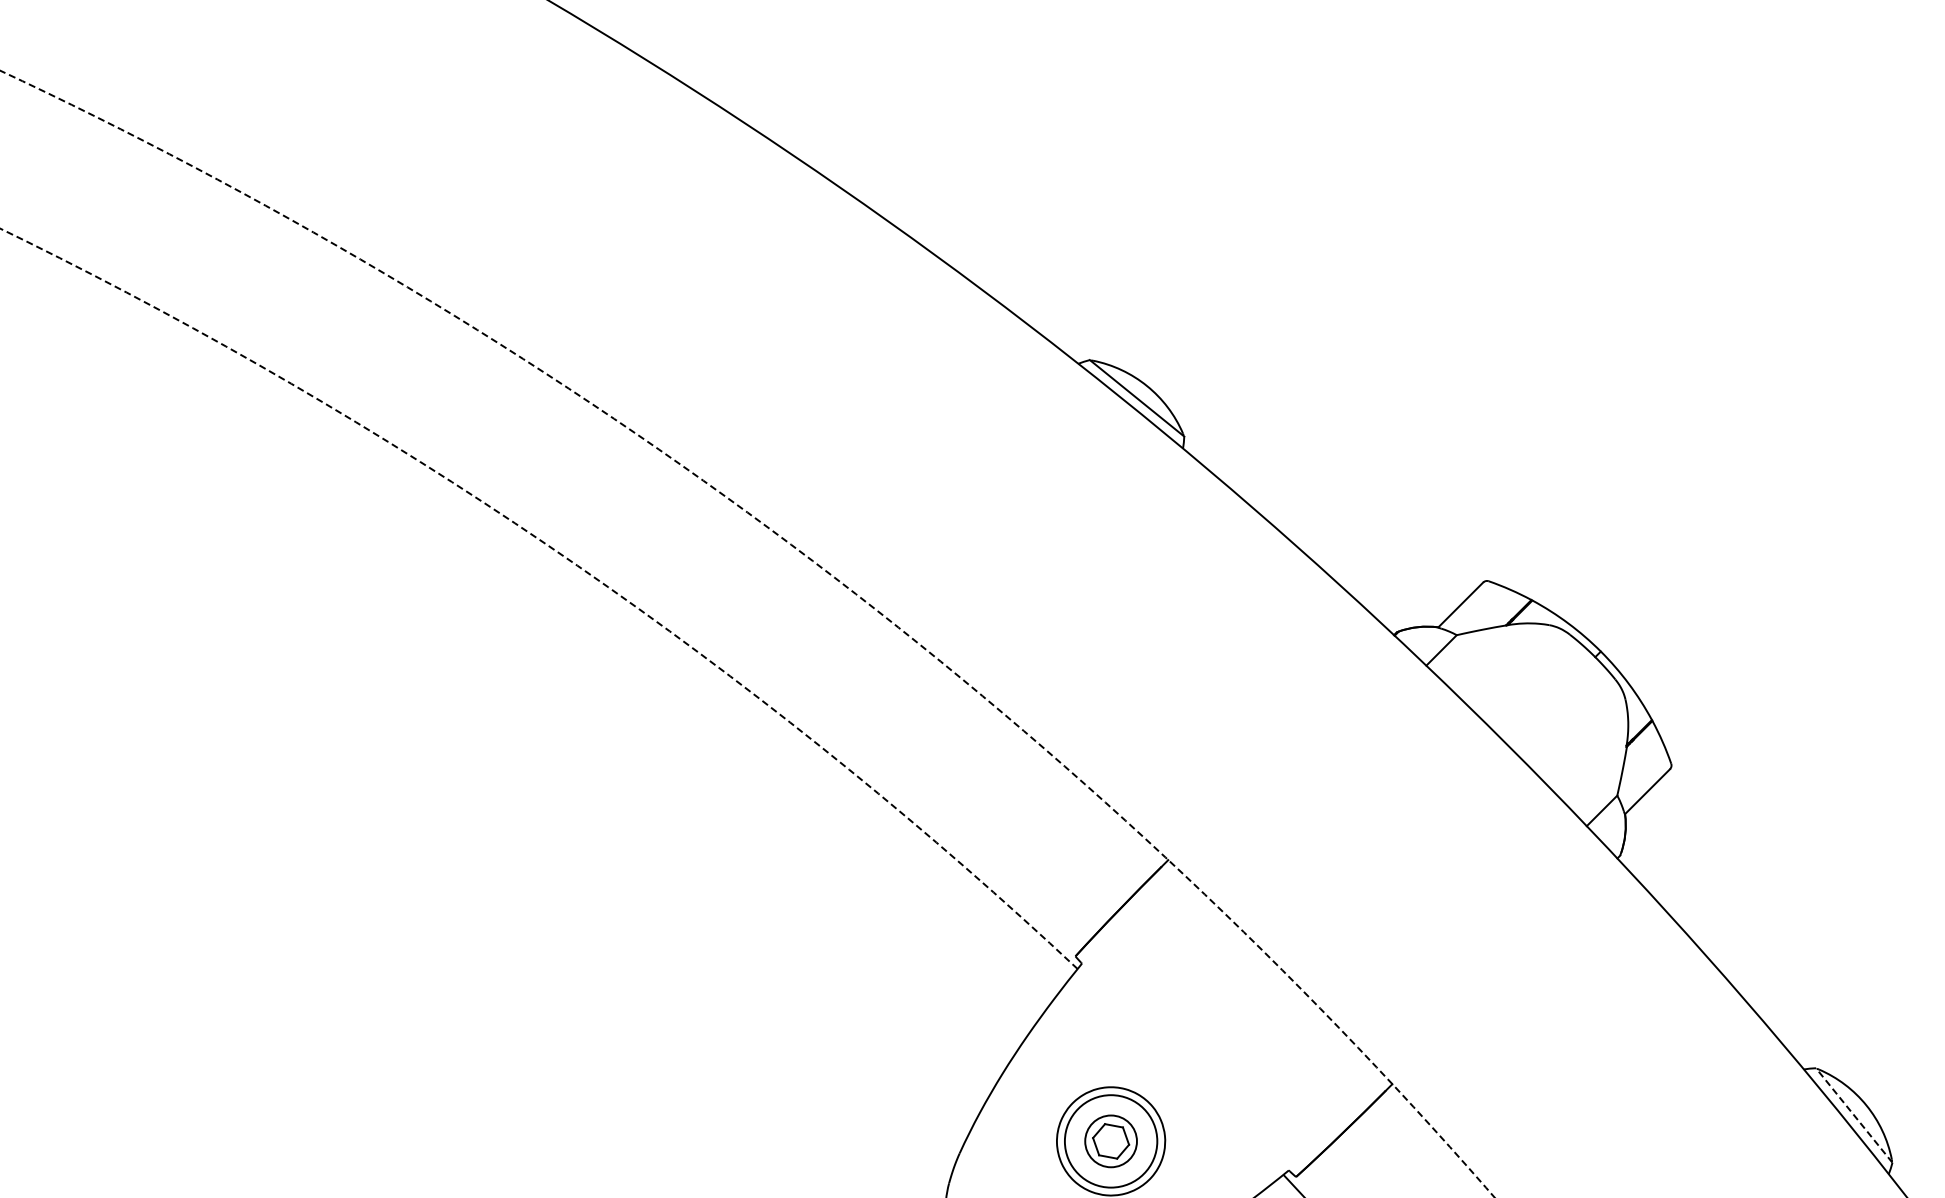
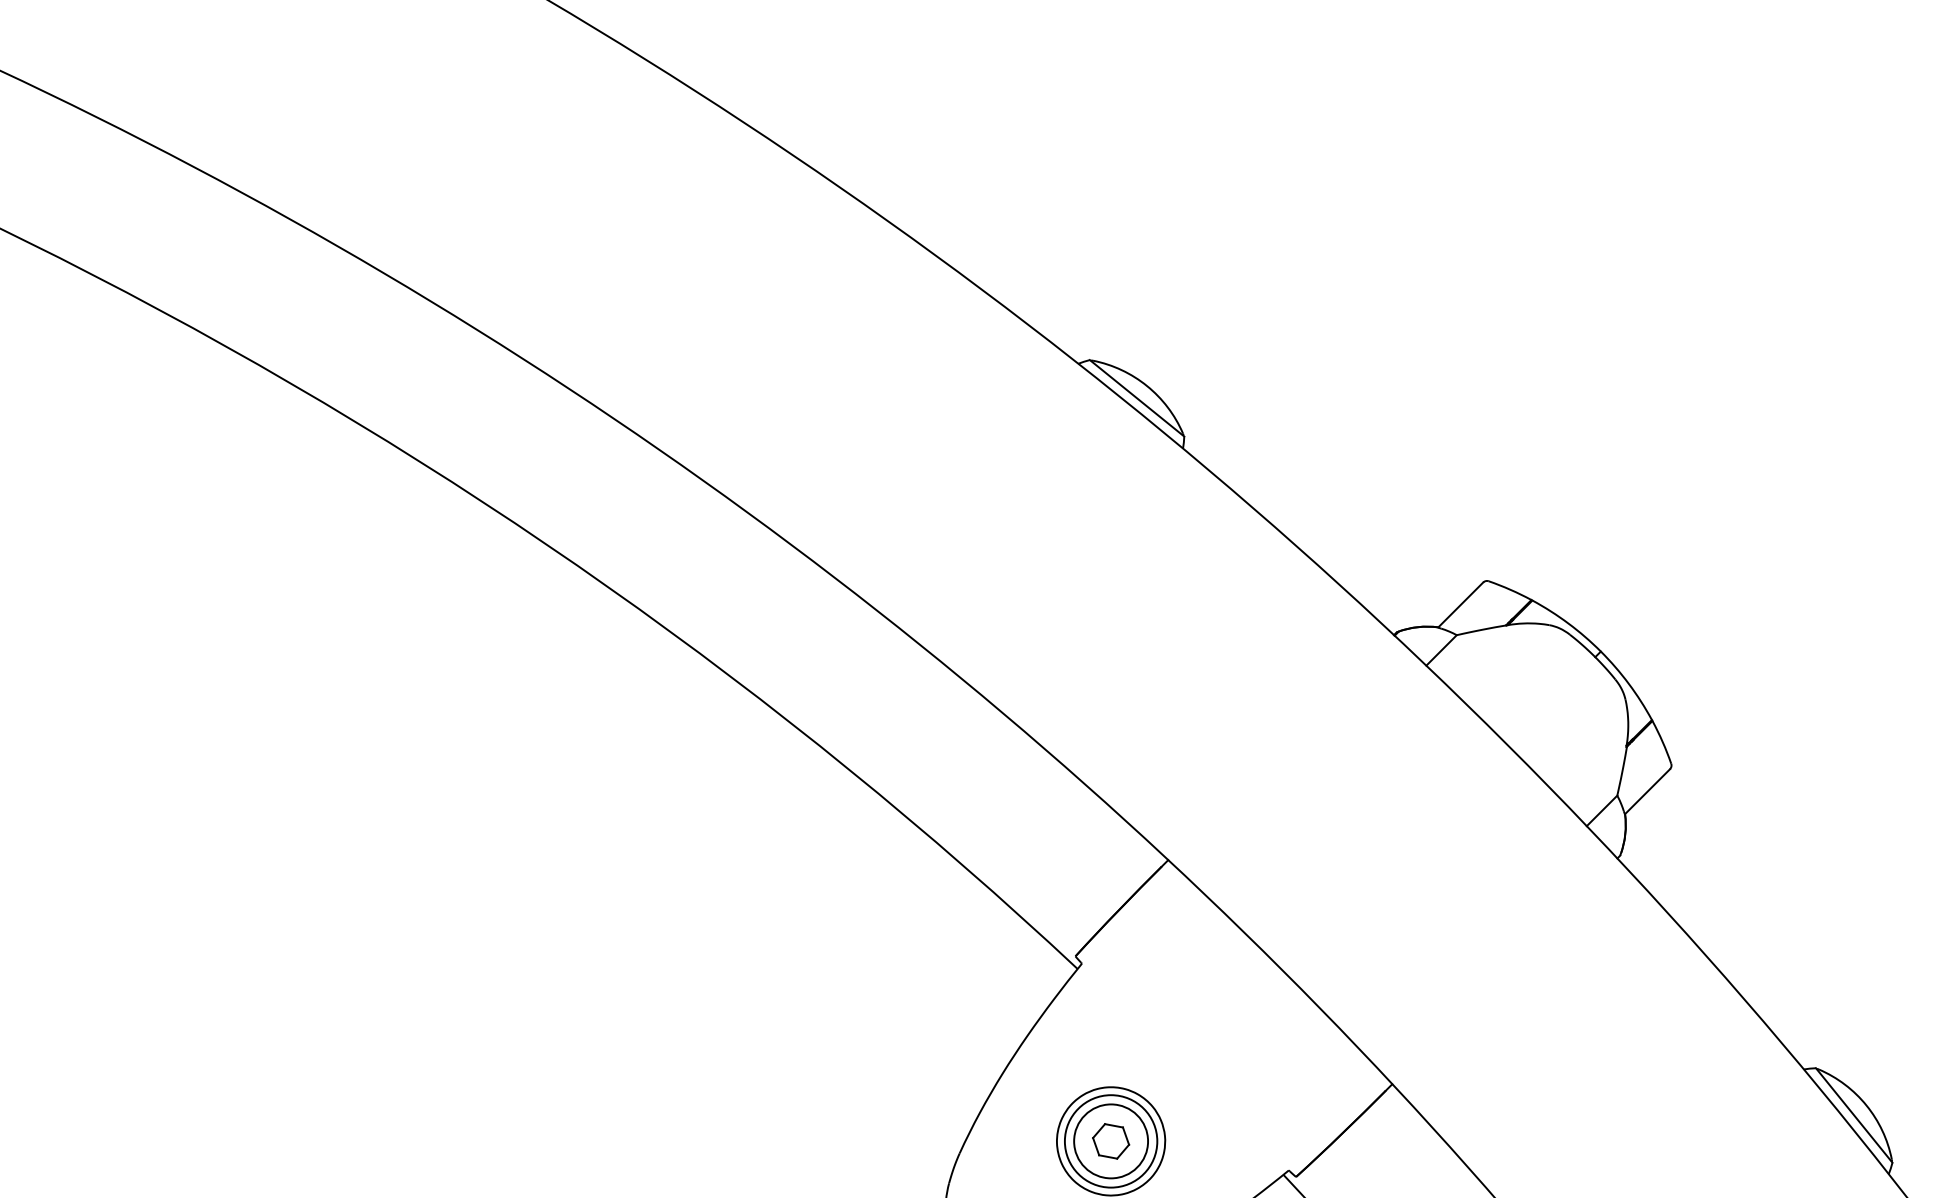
arc at (565, 557): dashed -> solid
arc at (808, 557): dashed -> solid
line at (1854, 1115): dashed -> solid
circle at (1110, 1141) diameter: 52 px -> 74 px
